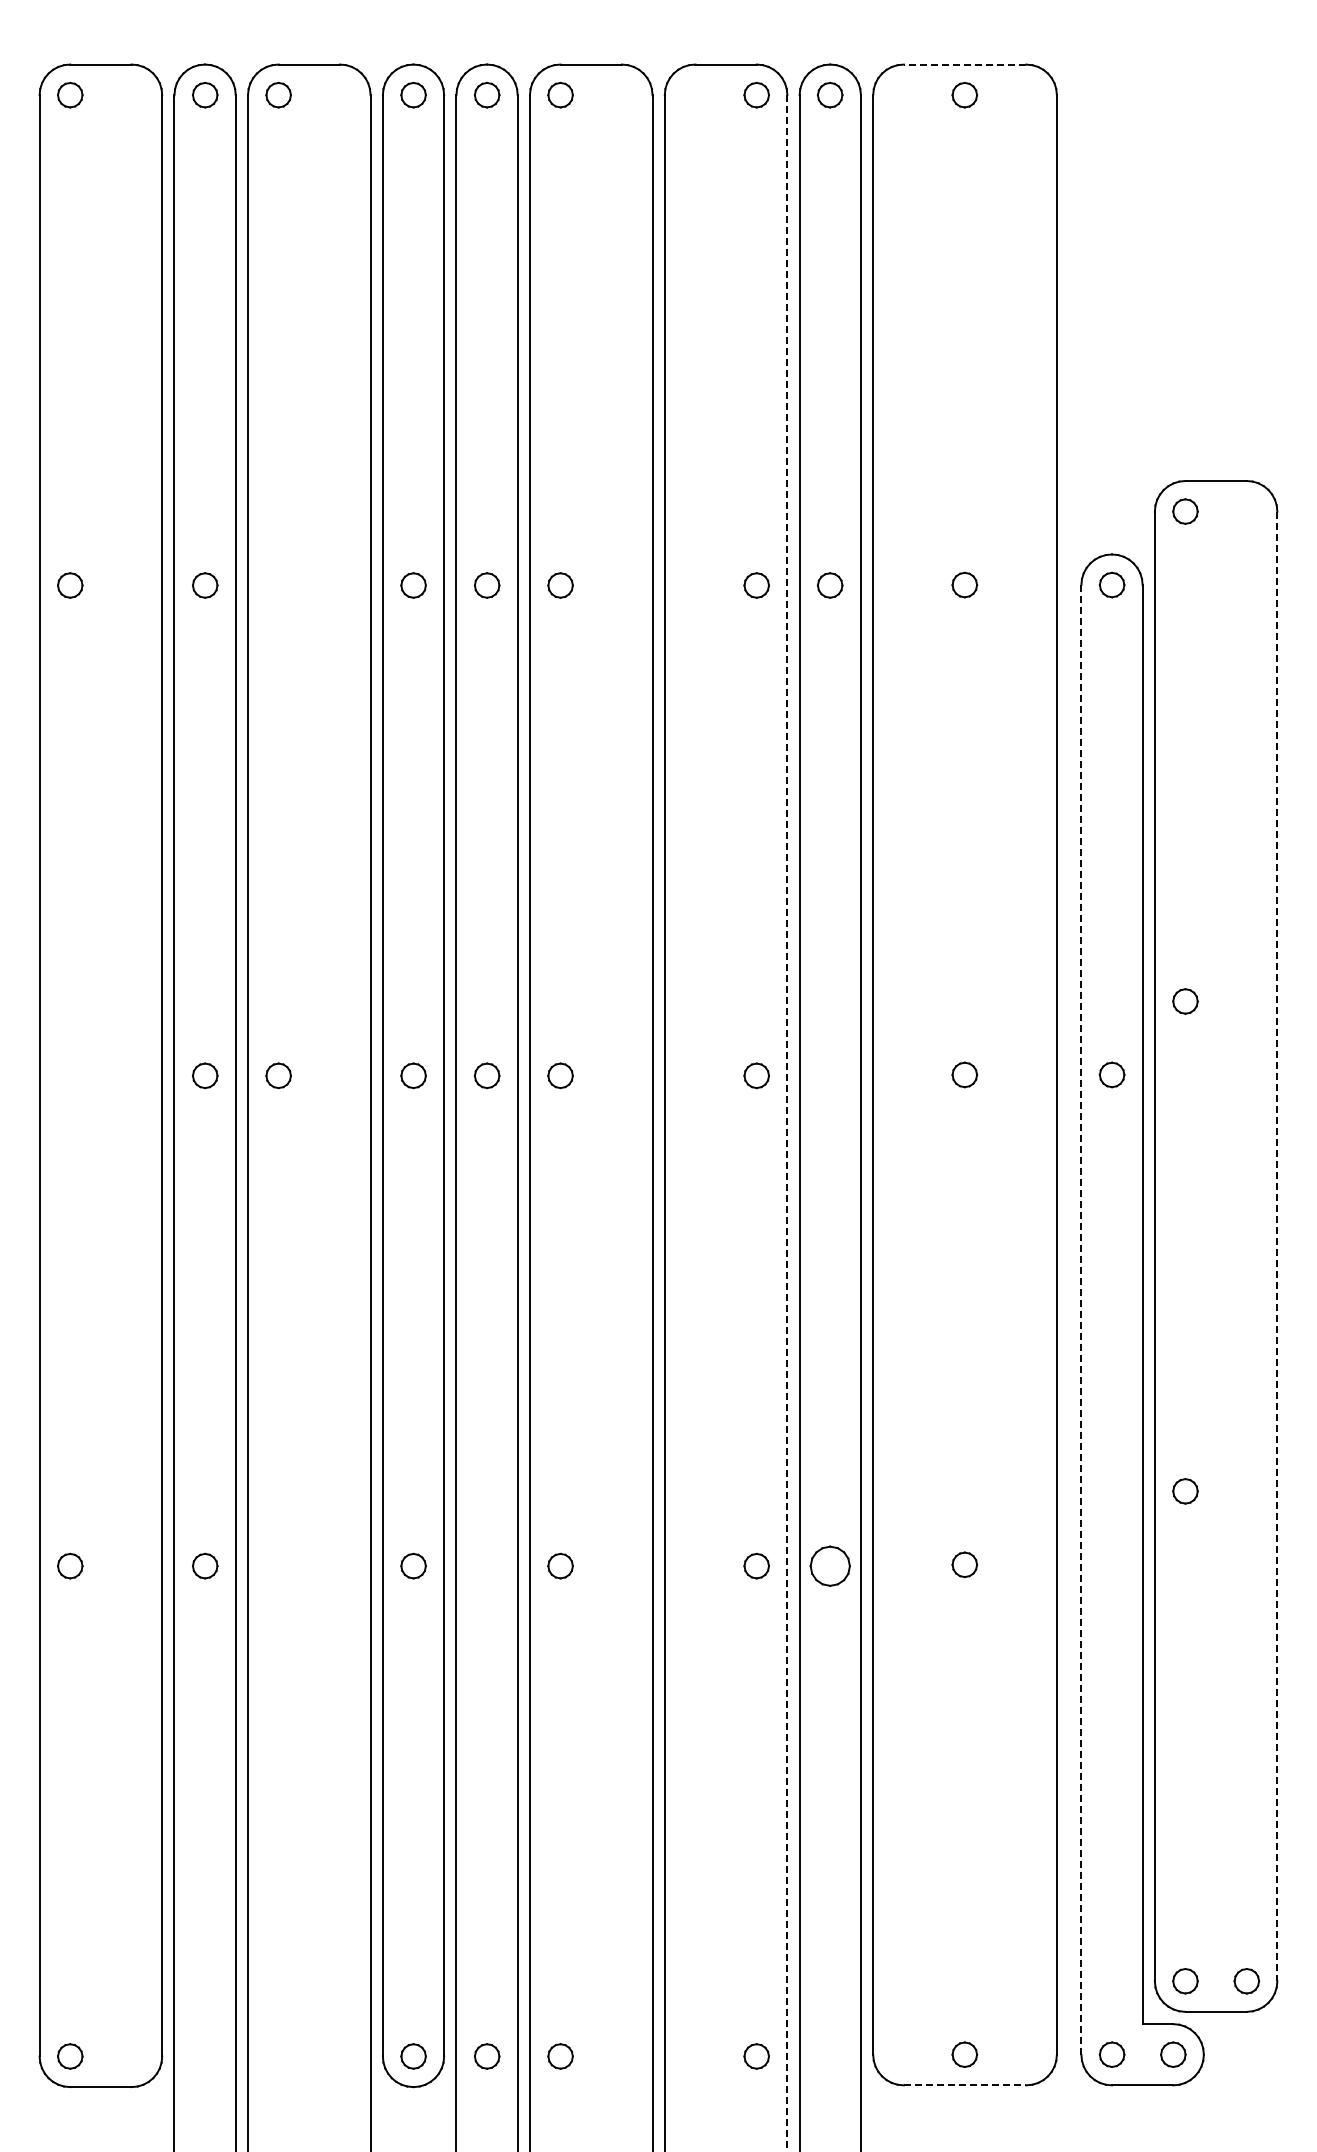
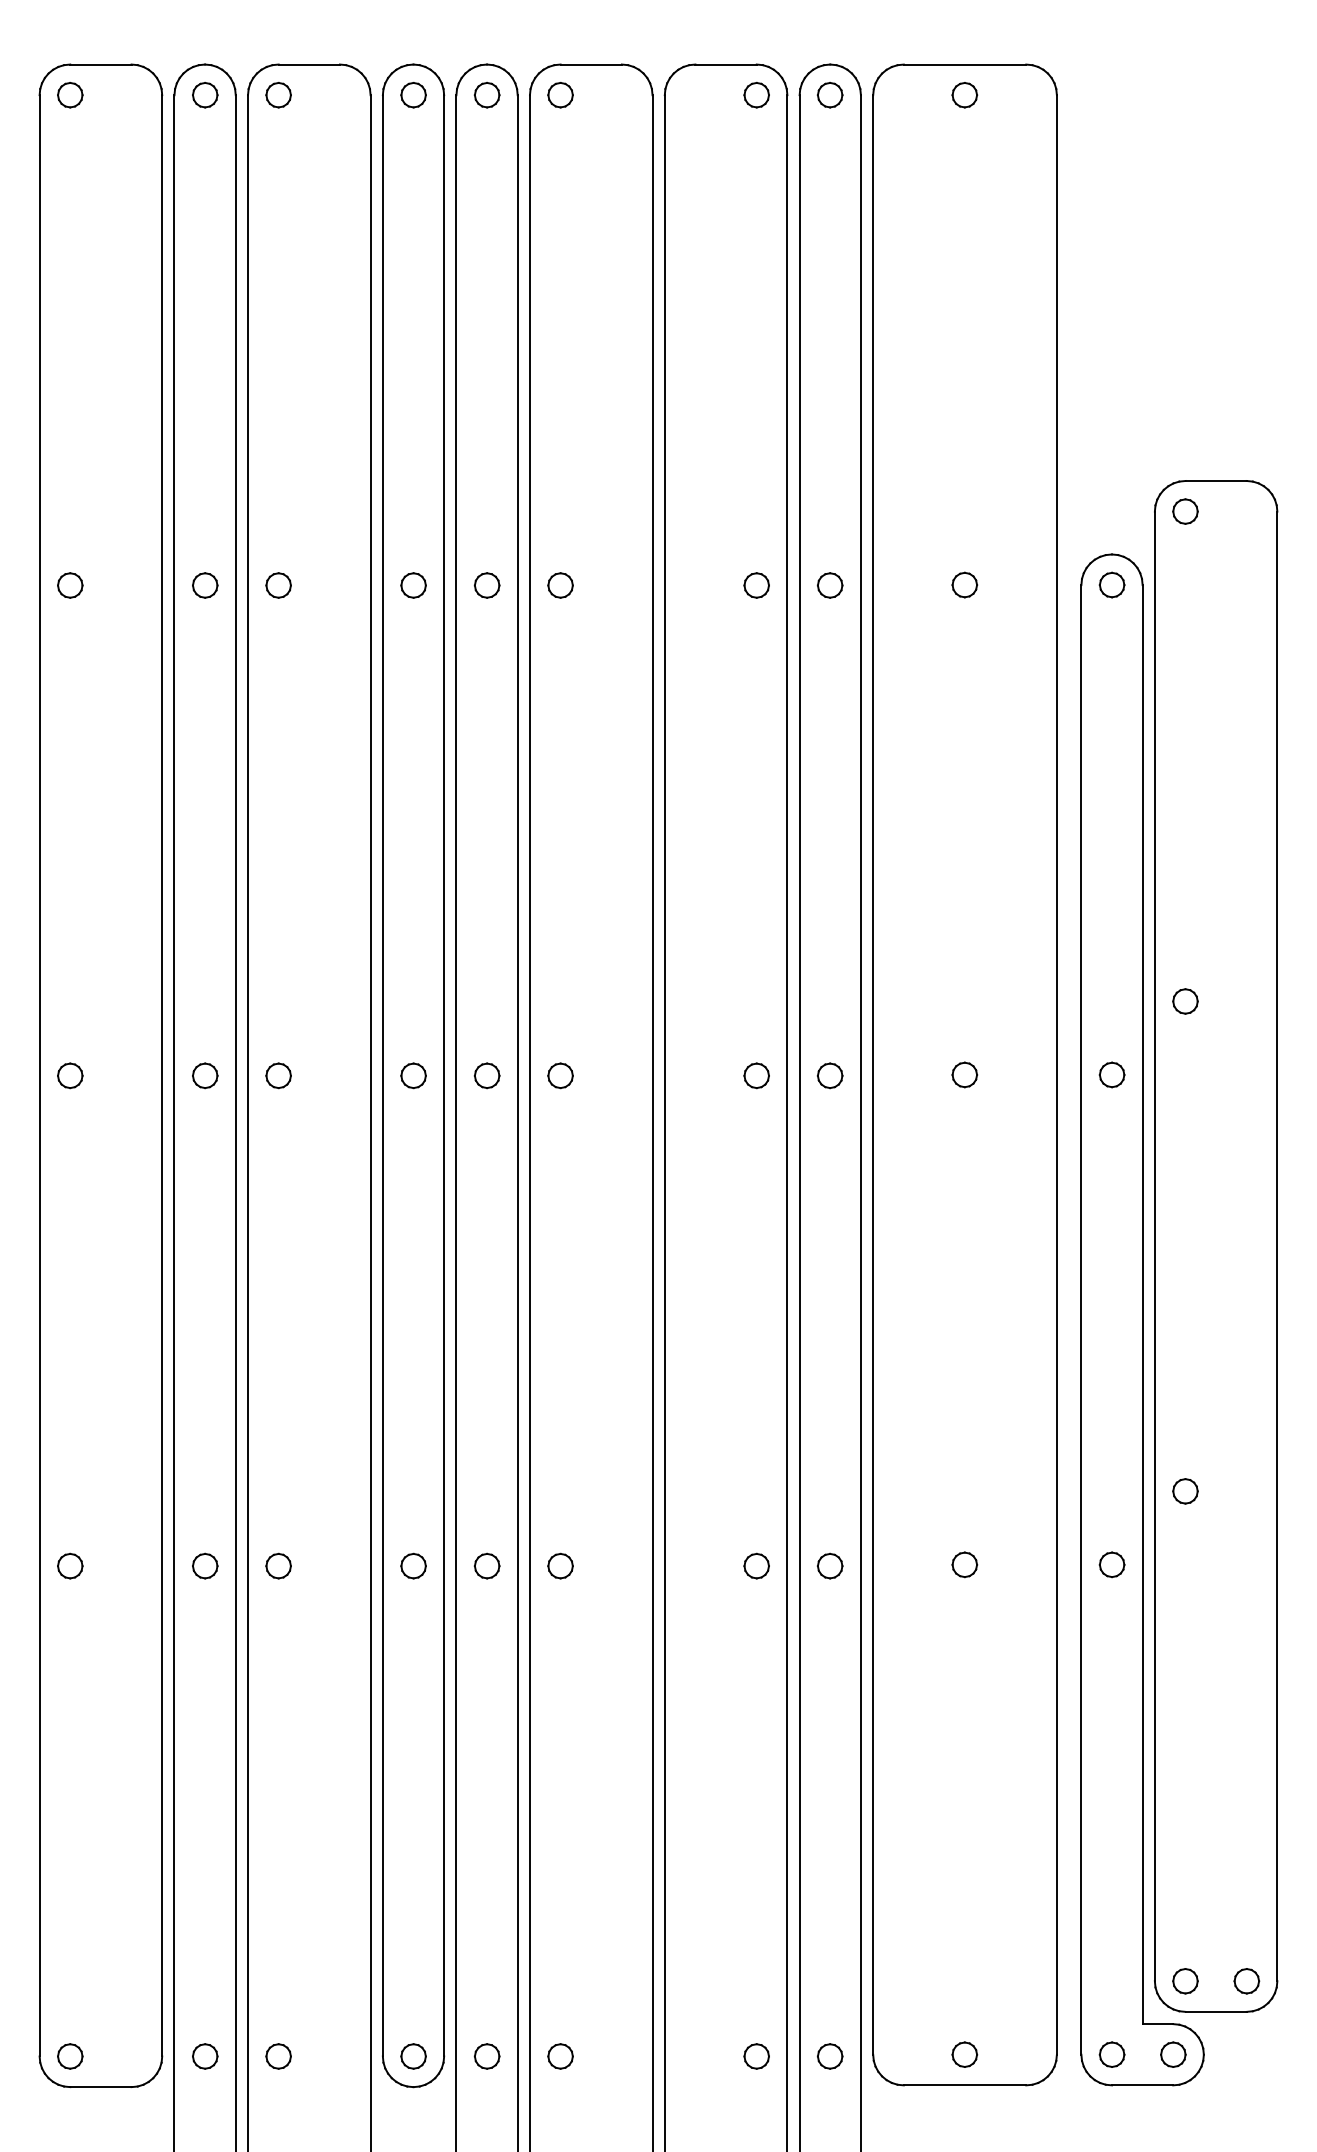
line at (964, 64): dashed -> solid
part at (278, 585): none -> present
part at (70, 1075): none -> present
part at (829, 1075): none -> present
line at (787, 1123): dashed -> solid
line at (1277, 1246): dashed -> solid
line at (1081, 1319): dashed -> solid
part at (1111, 1564): none -> present
part at (278, 1565): none -> present
part at (486, 1565): none -> present
part at (829, 1565) size: 42x42 px -> 28x28 px
part at (205, 2056): none -> present
part at (278, 2056): none -> present
part at (830, 2056): none -> present
line at (965, 2085): dashed -> solid
